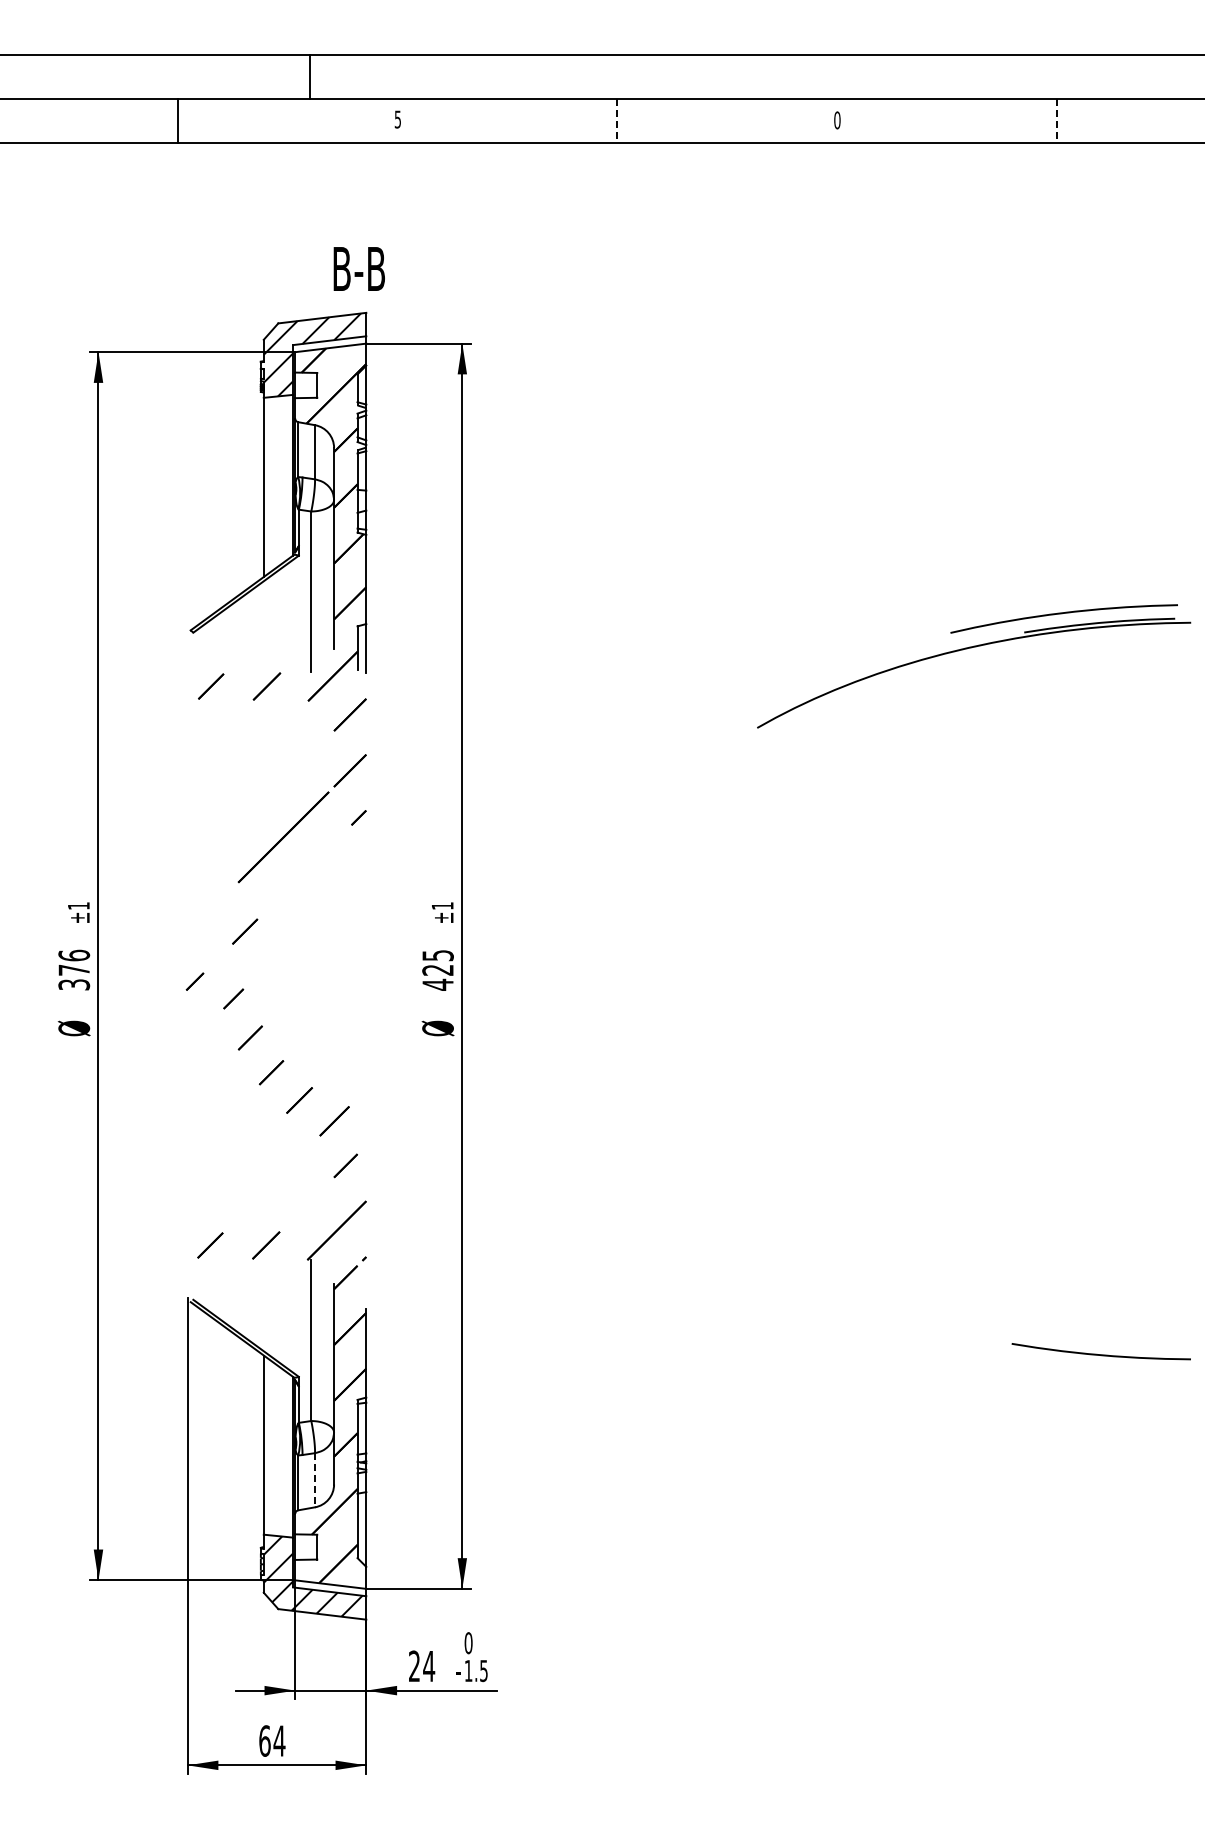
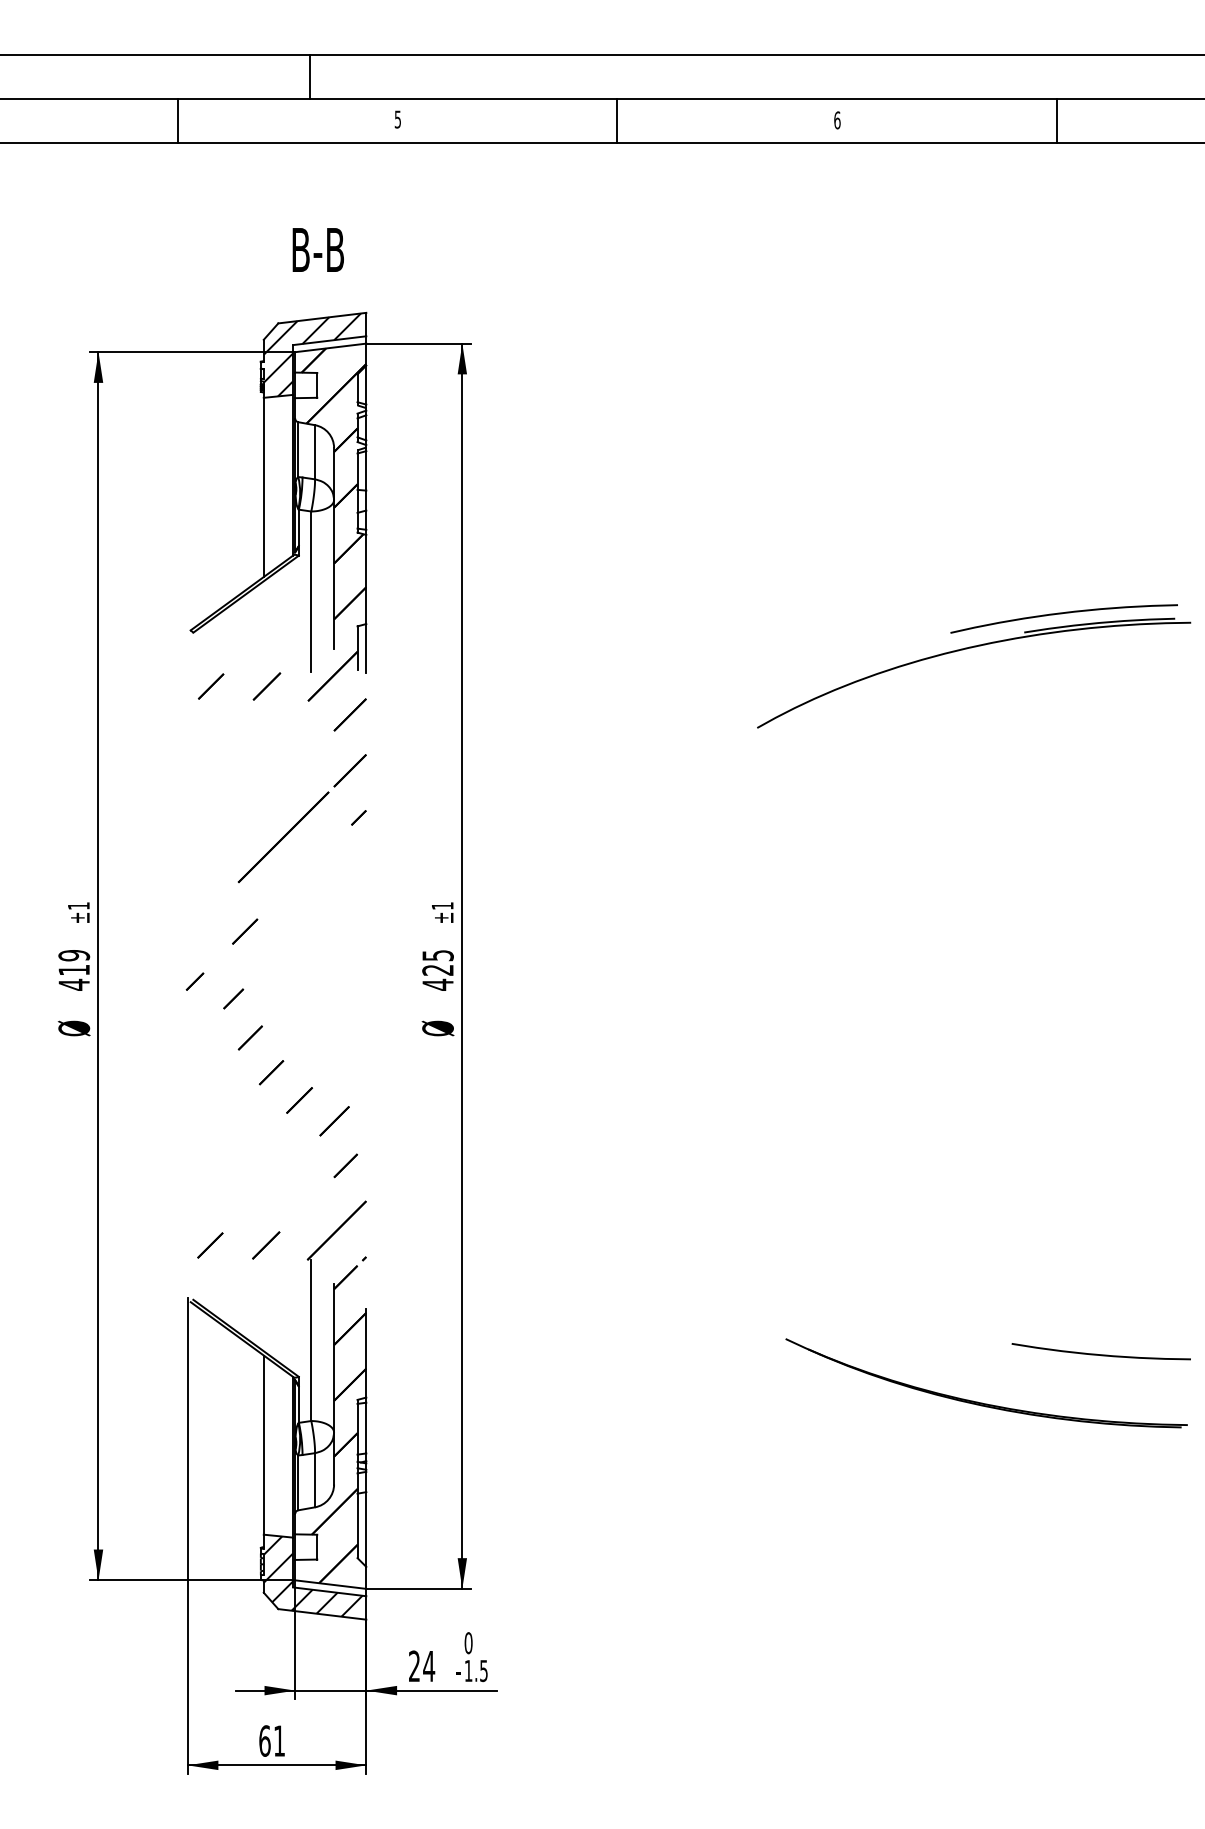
line at (617, 120): dashed -> solid
text at (837, 120): 0 -> 6
line at (1056, 120): dashed -> solid
text at (358, 268) position: (358, 268) -> (317, 249)
text at (74, 969): 376 -> 419
part at (982, 1402): none -> present
line at (314, 1480): dashed -> solid
text at (279, 1740): 64 -> 61
